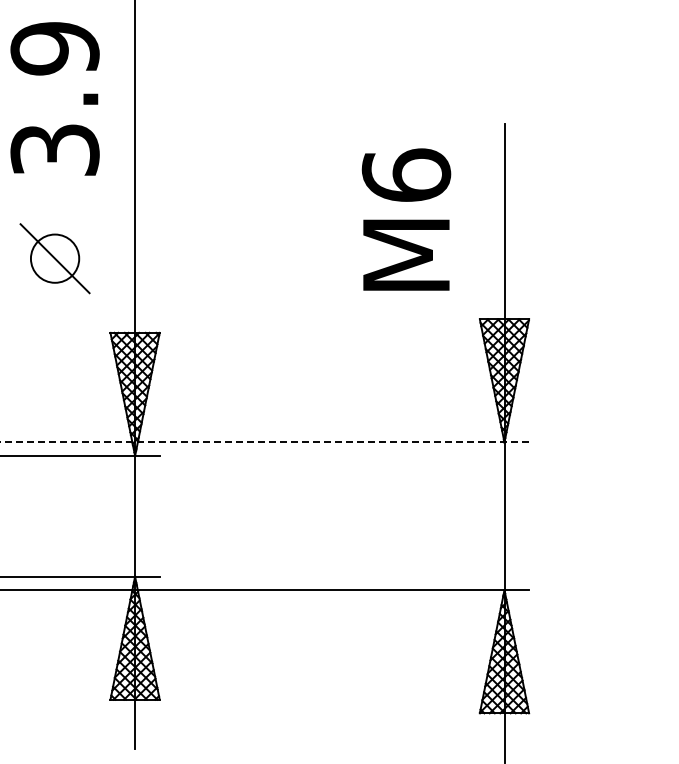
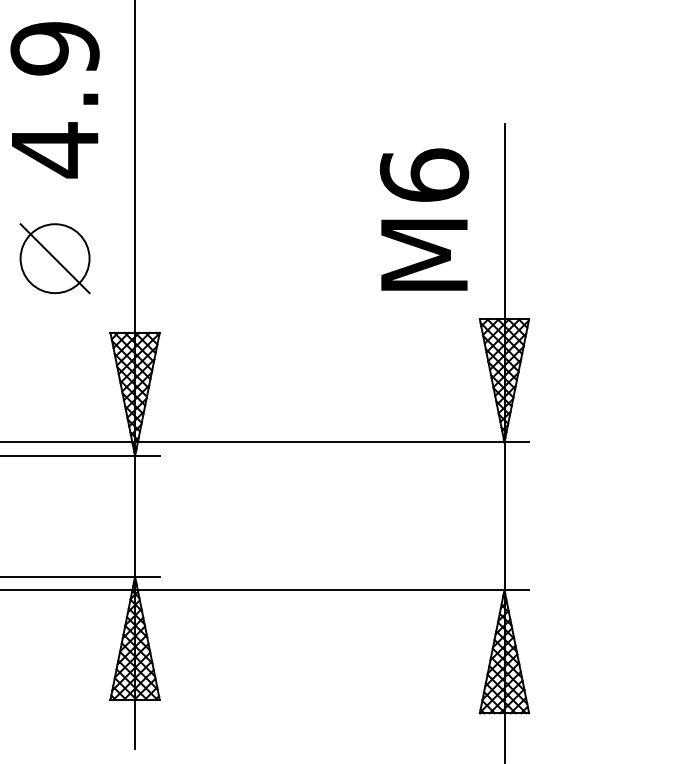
text at (54, 150): 3.9 -> 4.9
text at (406, 219) position: (406, 219) -> (424, 219)
circle at (54, 258) diameter: 48 px -> 69 px
line at (264, 442): dashed -> solid
